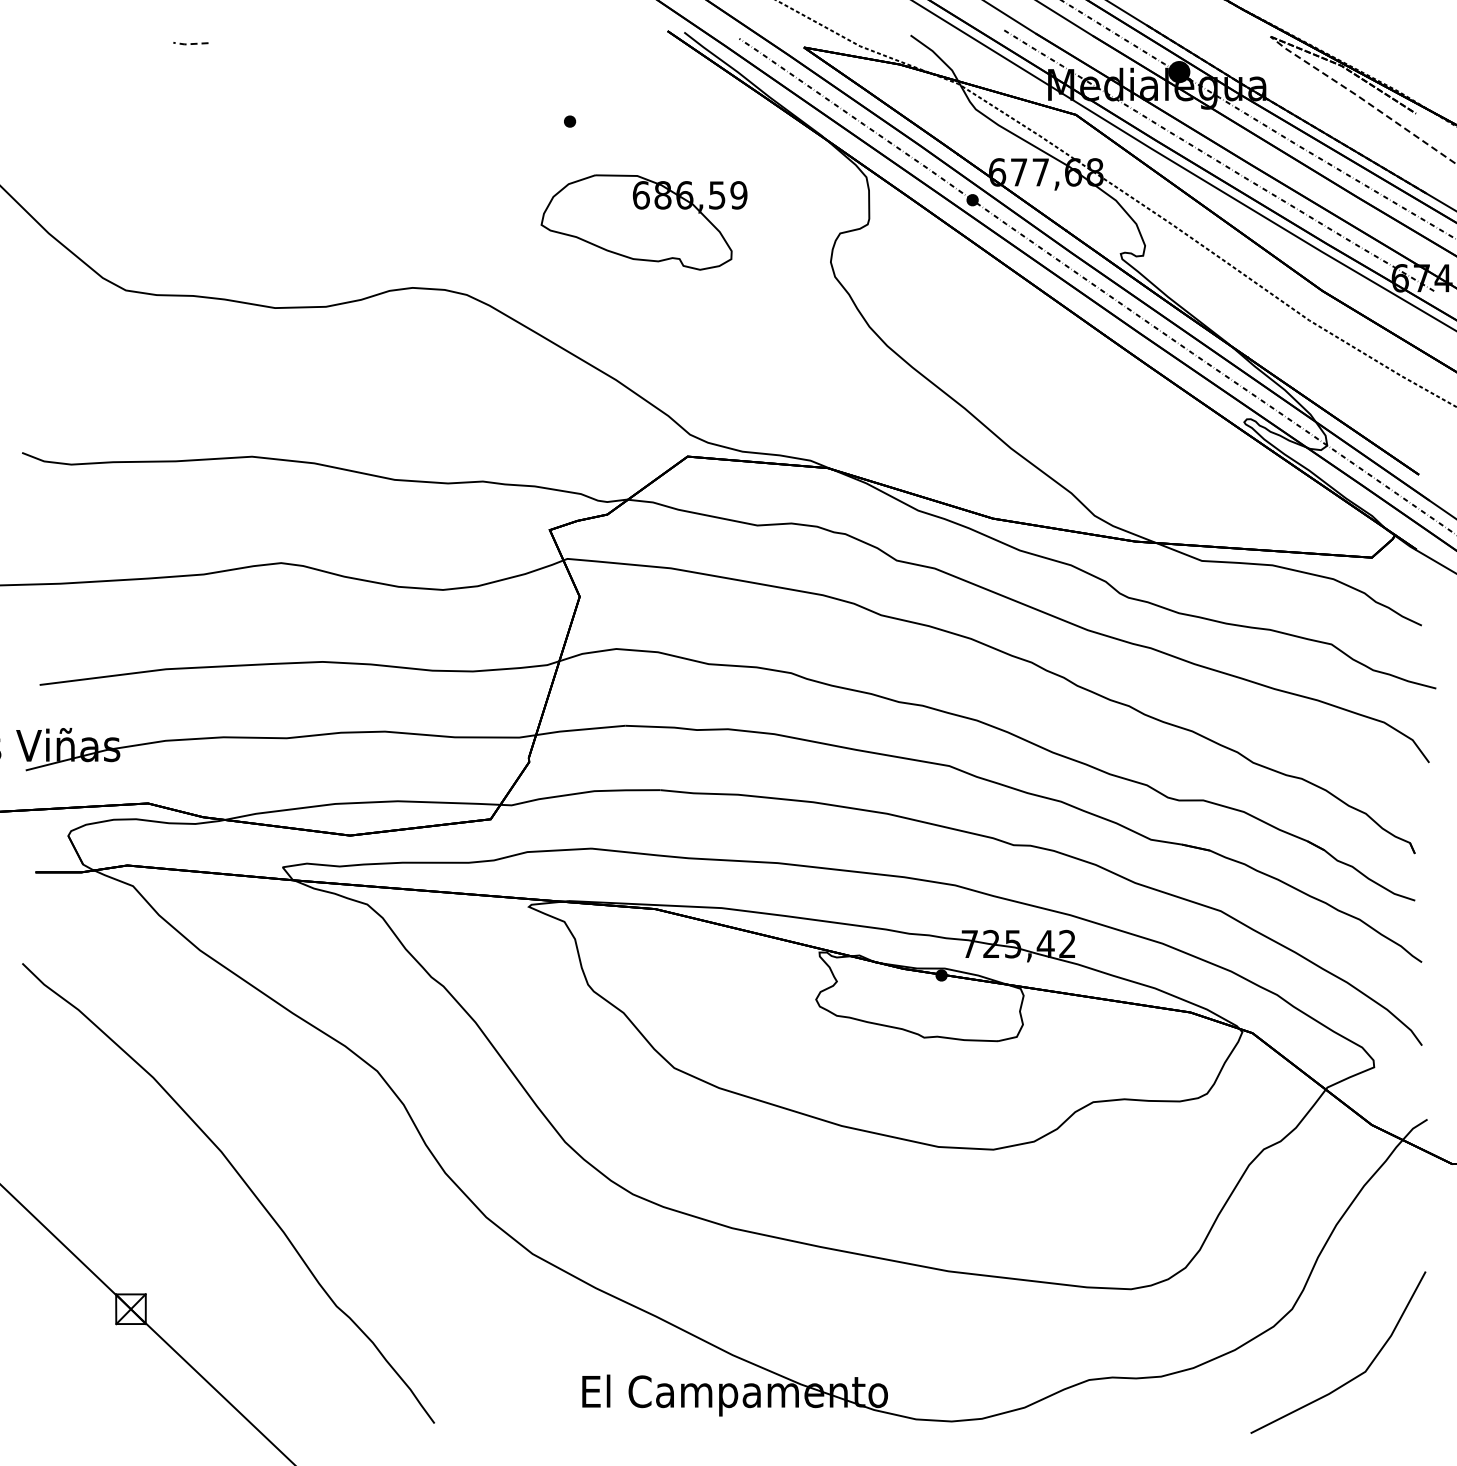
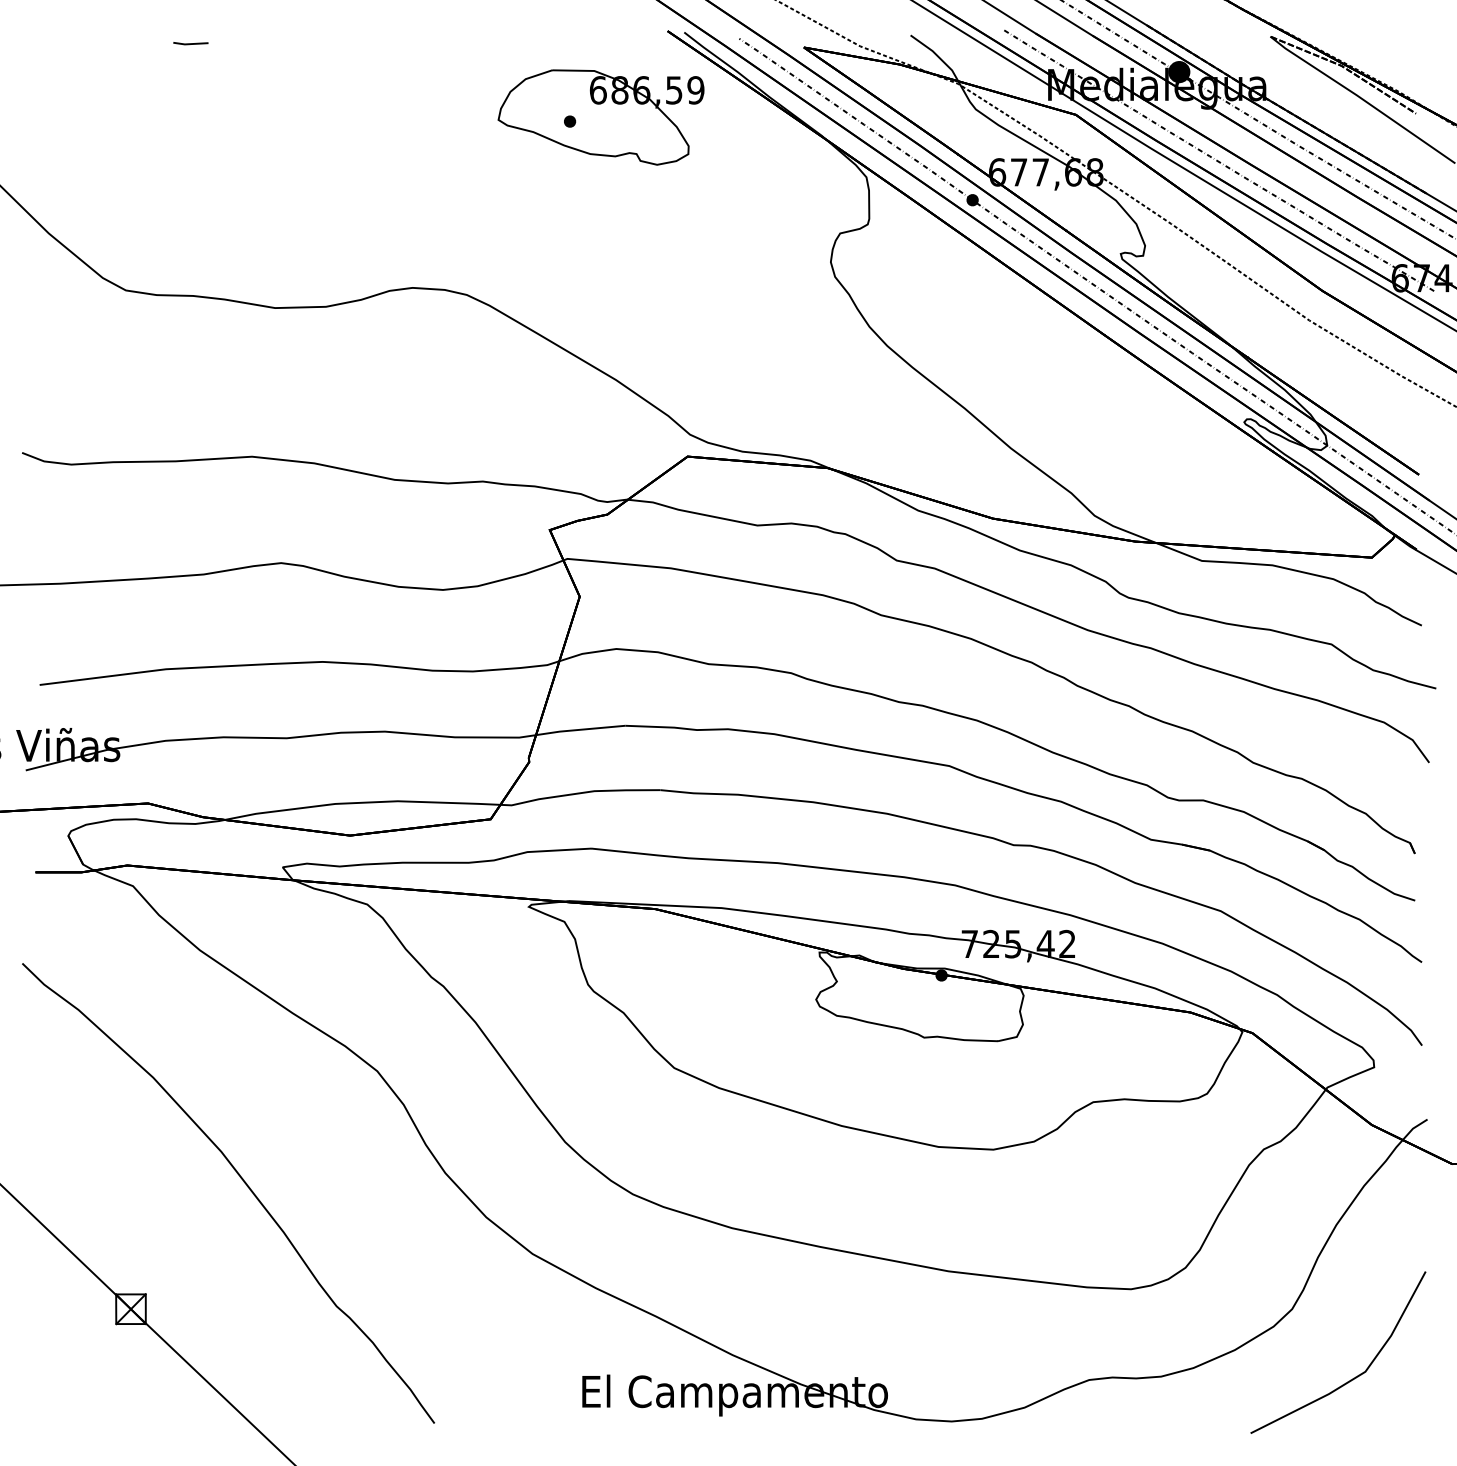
line at (189, 44): dashed -> solid
line at (1361, 98): dashed -> solid
part at (643, 222) position: (643, 222) -> (600, 117)
